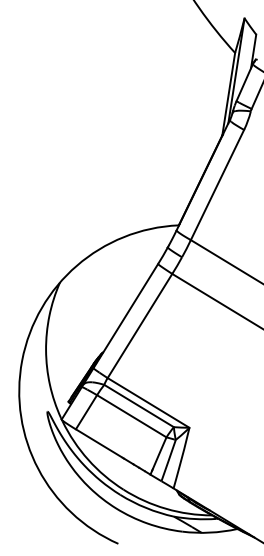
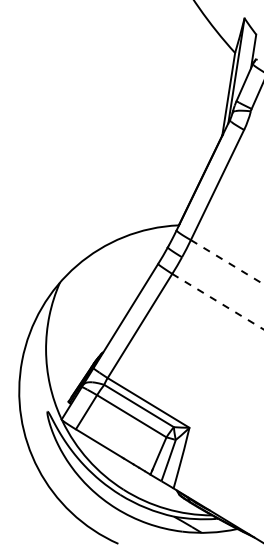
line at (227, 262): solid -> dashed
line at (217, 301): solid -> dashed
